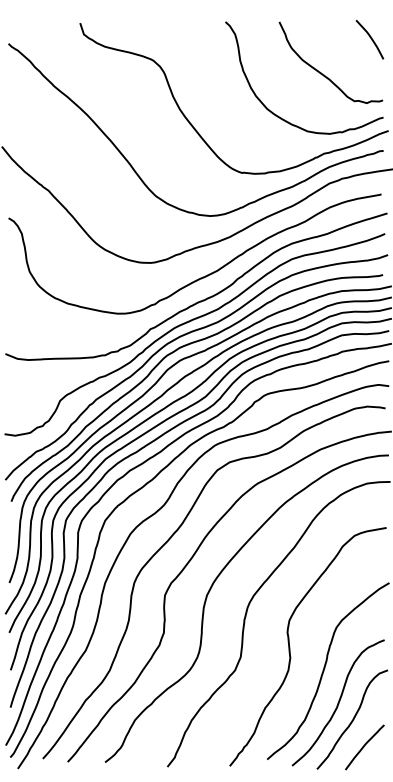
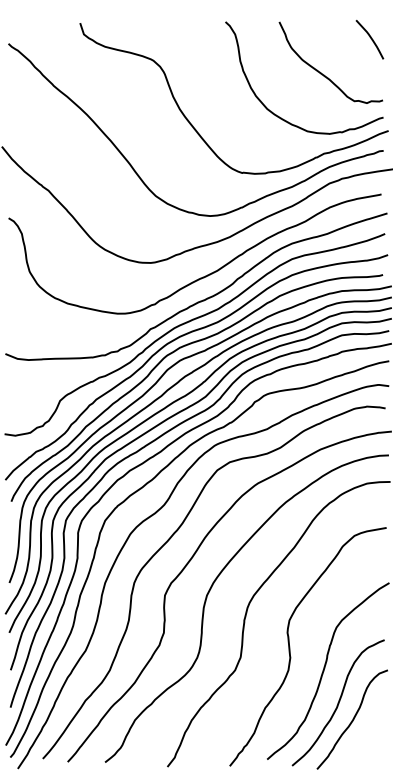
curve at (364, 747): present -> none
